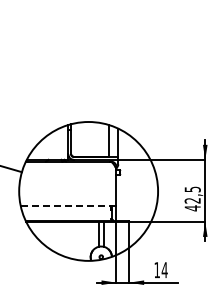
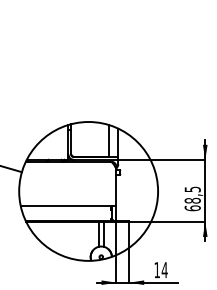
text at (192, 204): 42,5 -> 68,5
line at (68, 206): dashed -> solid
